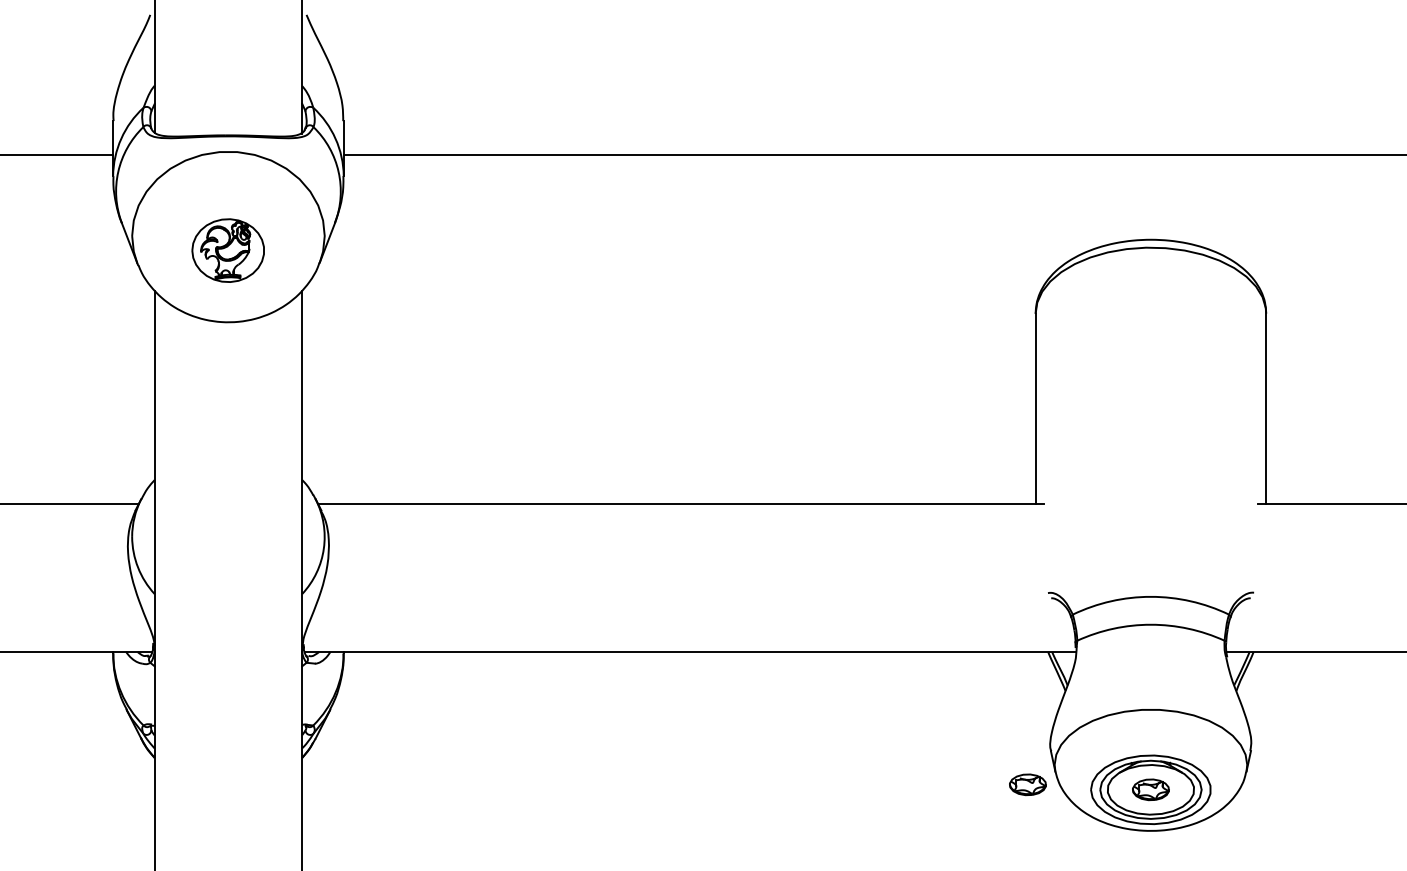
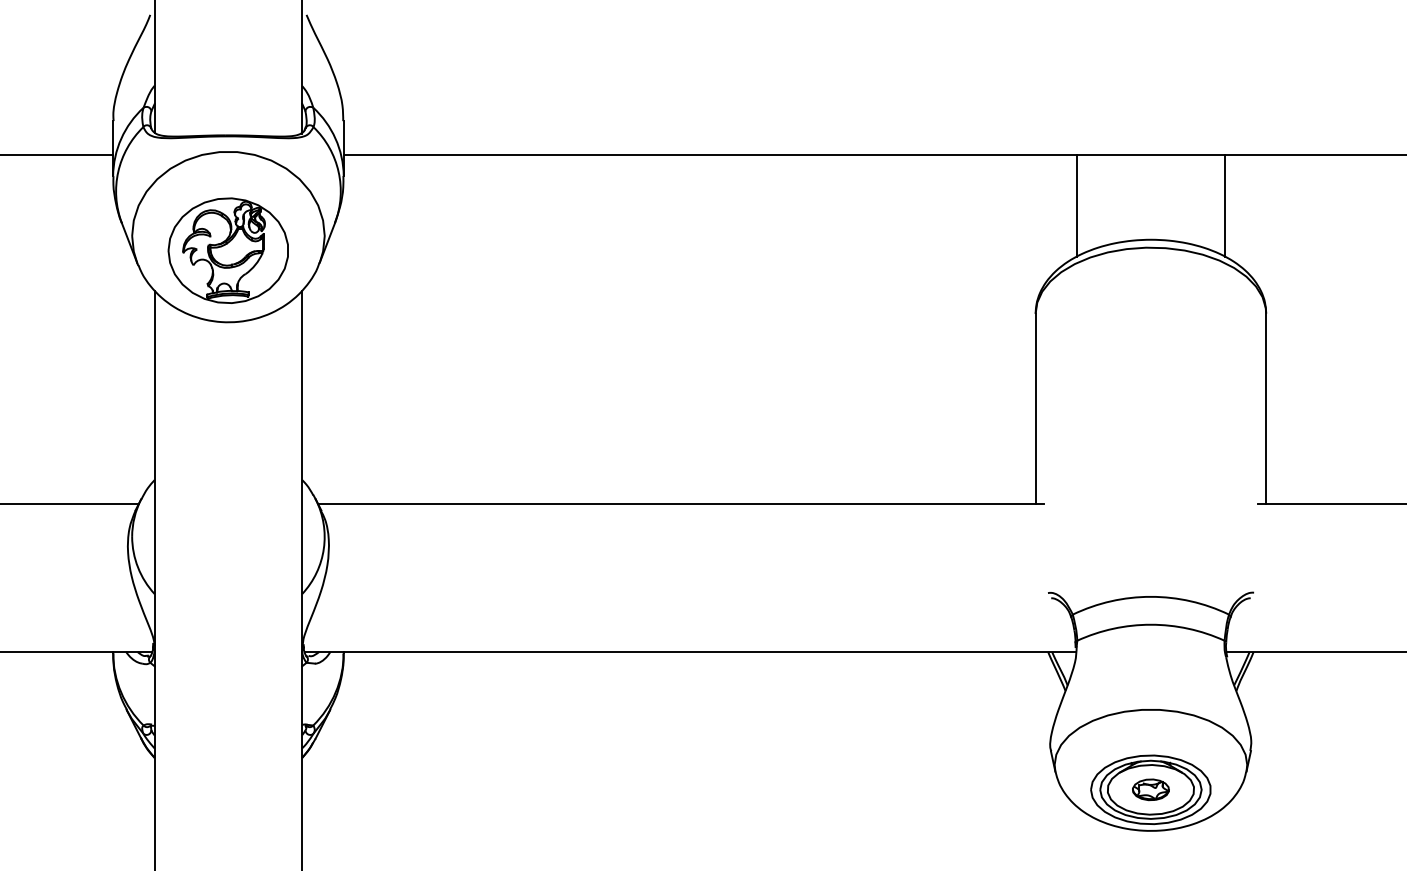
line at (1077, 206): none -> present
line at (1224, 206): none -> present
part at (227, 250) size: 74x65 px -> 122x107 px
part at (1027, 784): present -> none
